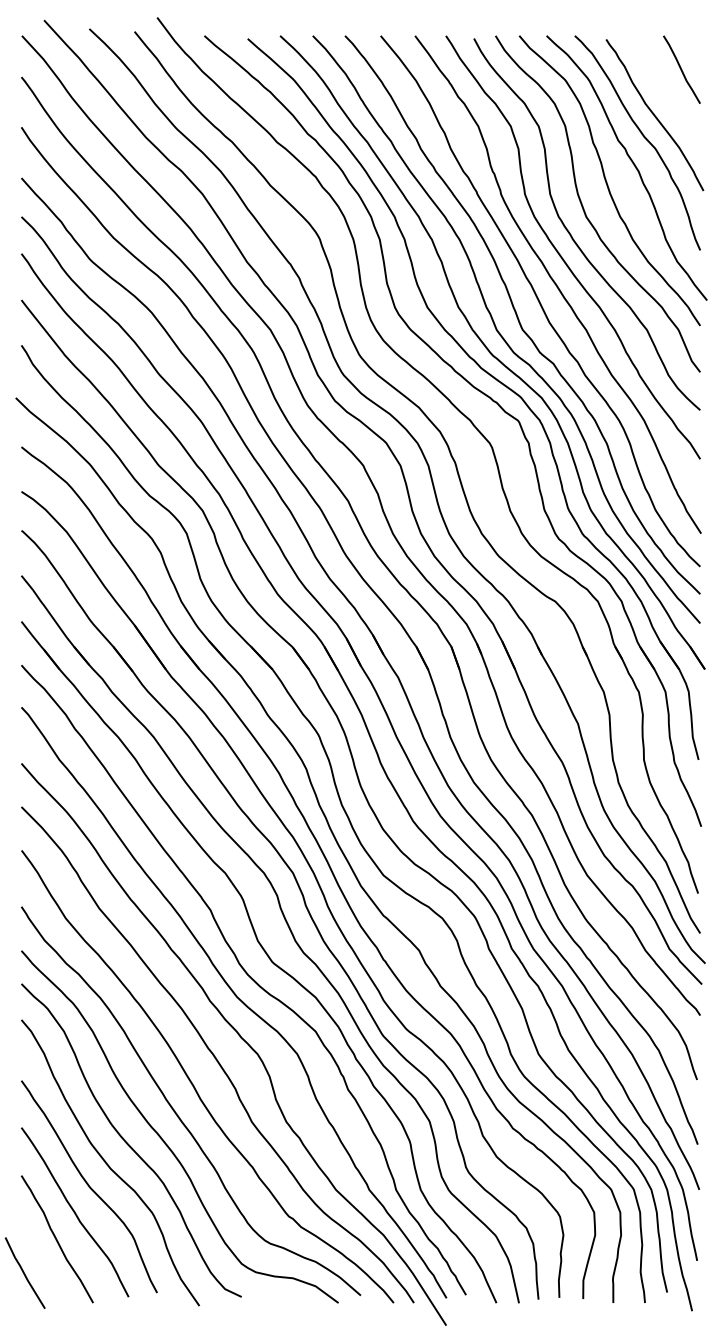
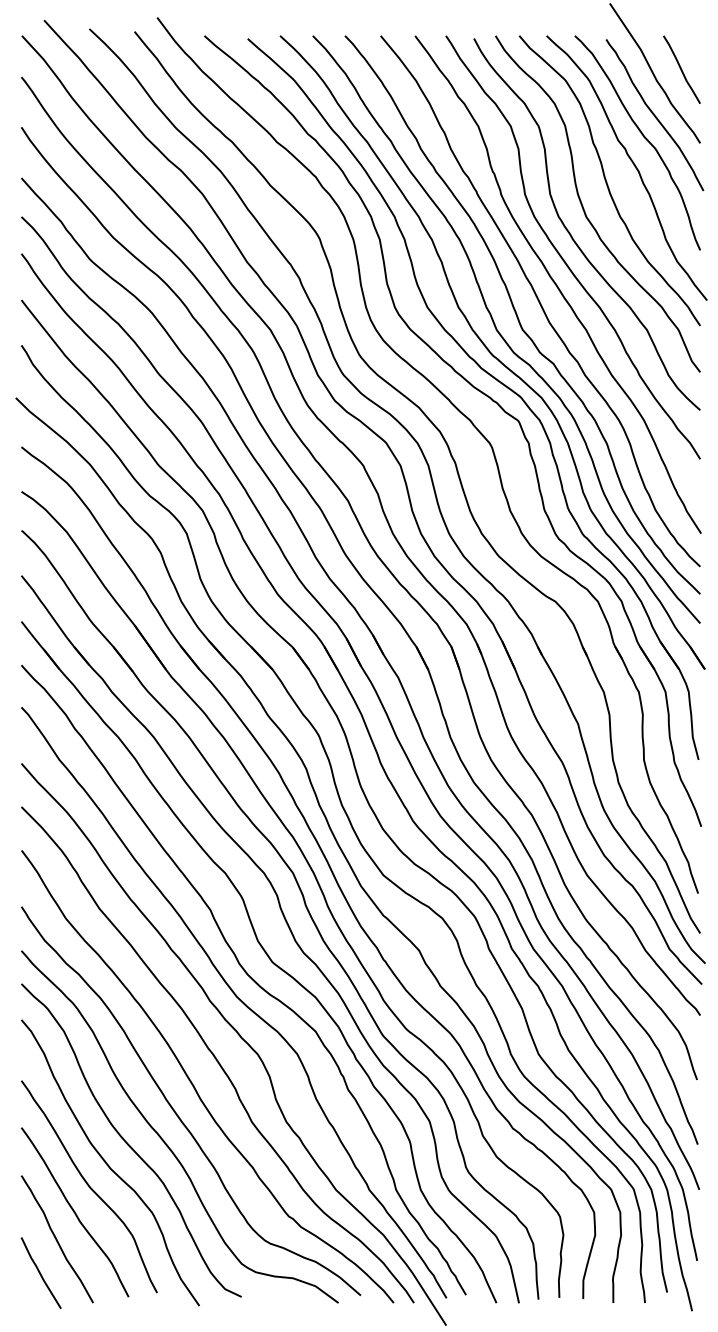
curve at (654, 73): none -> present
line at (24, 1272) position: (24, 1272) -> (40, 1272)
